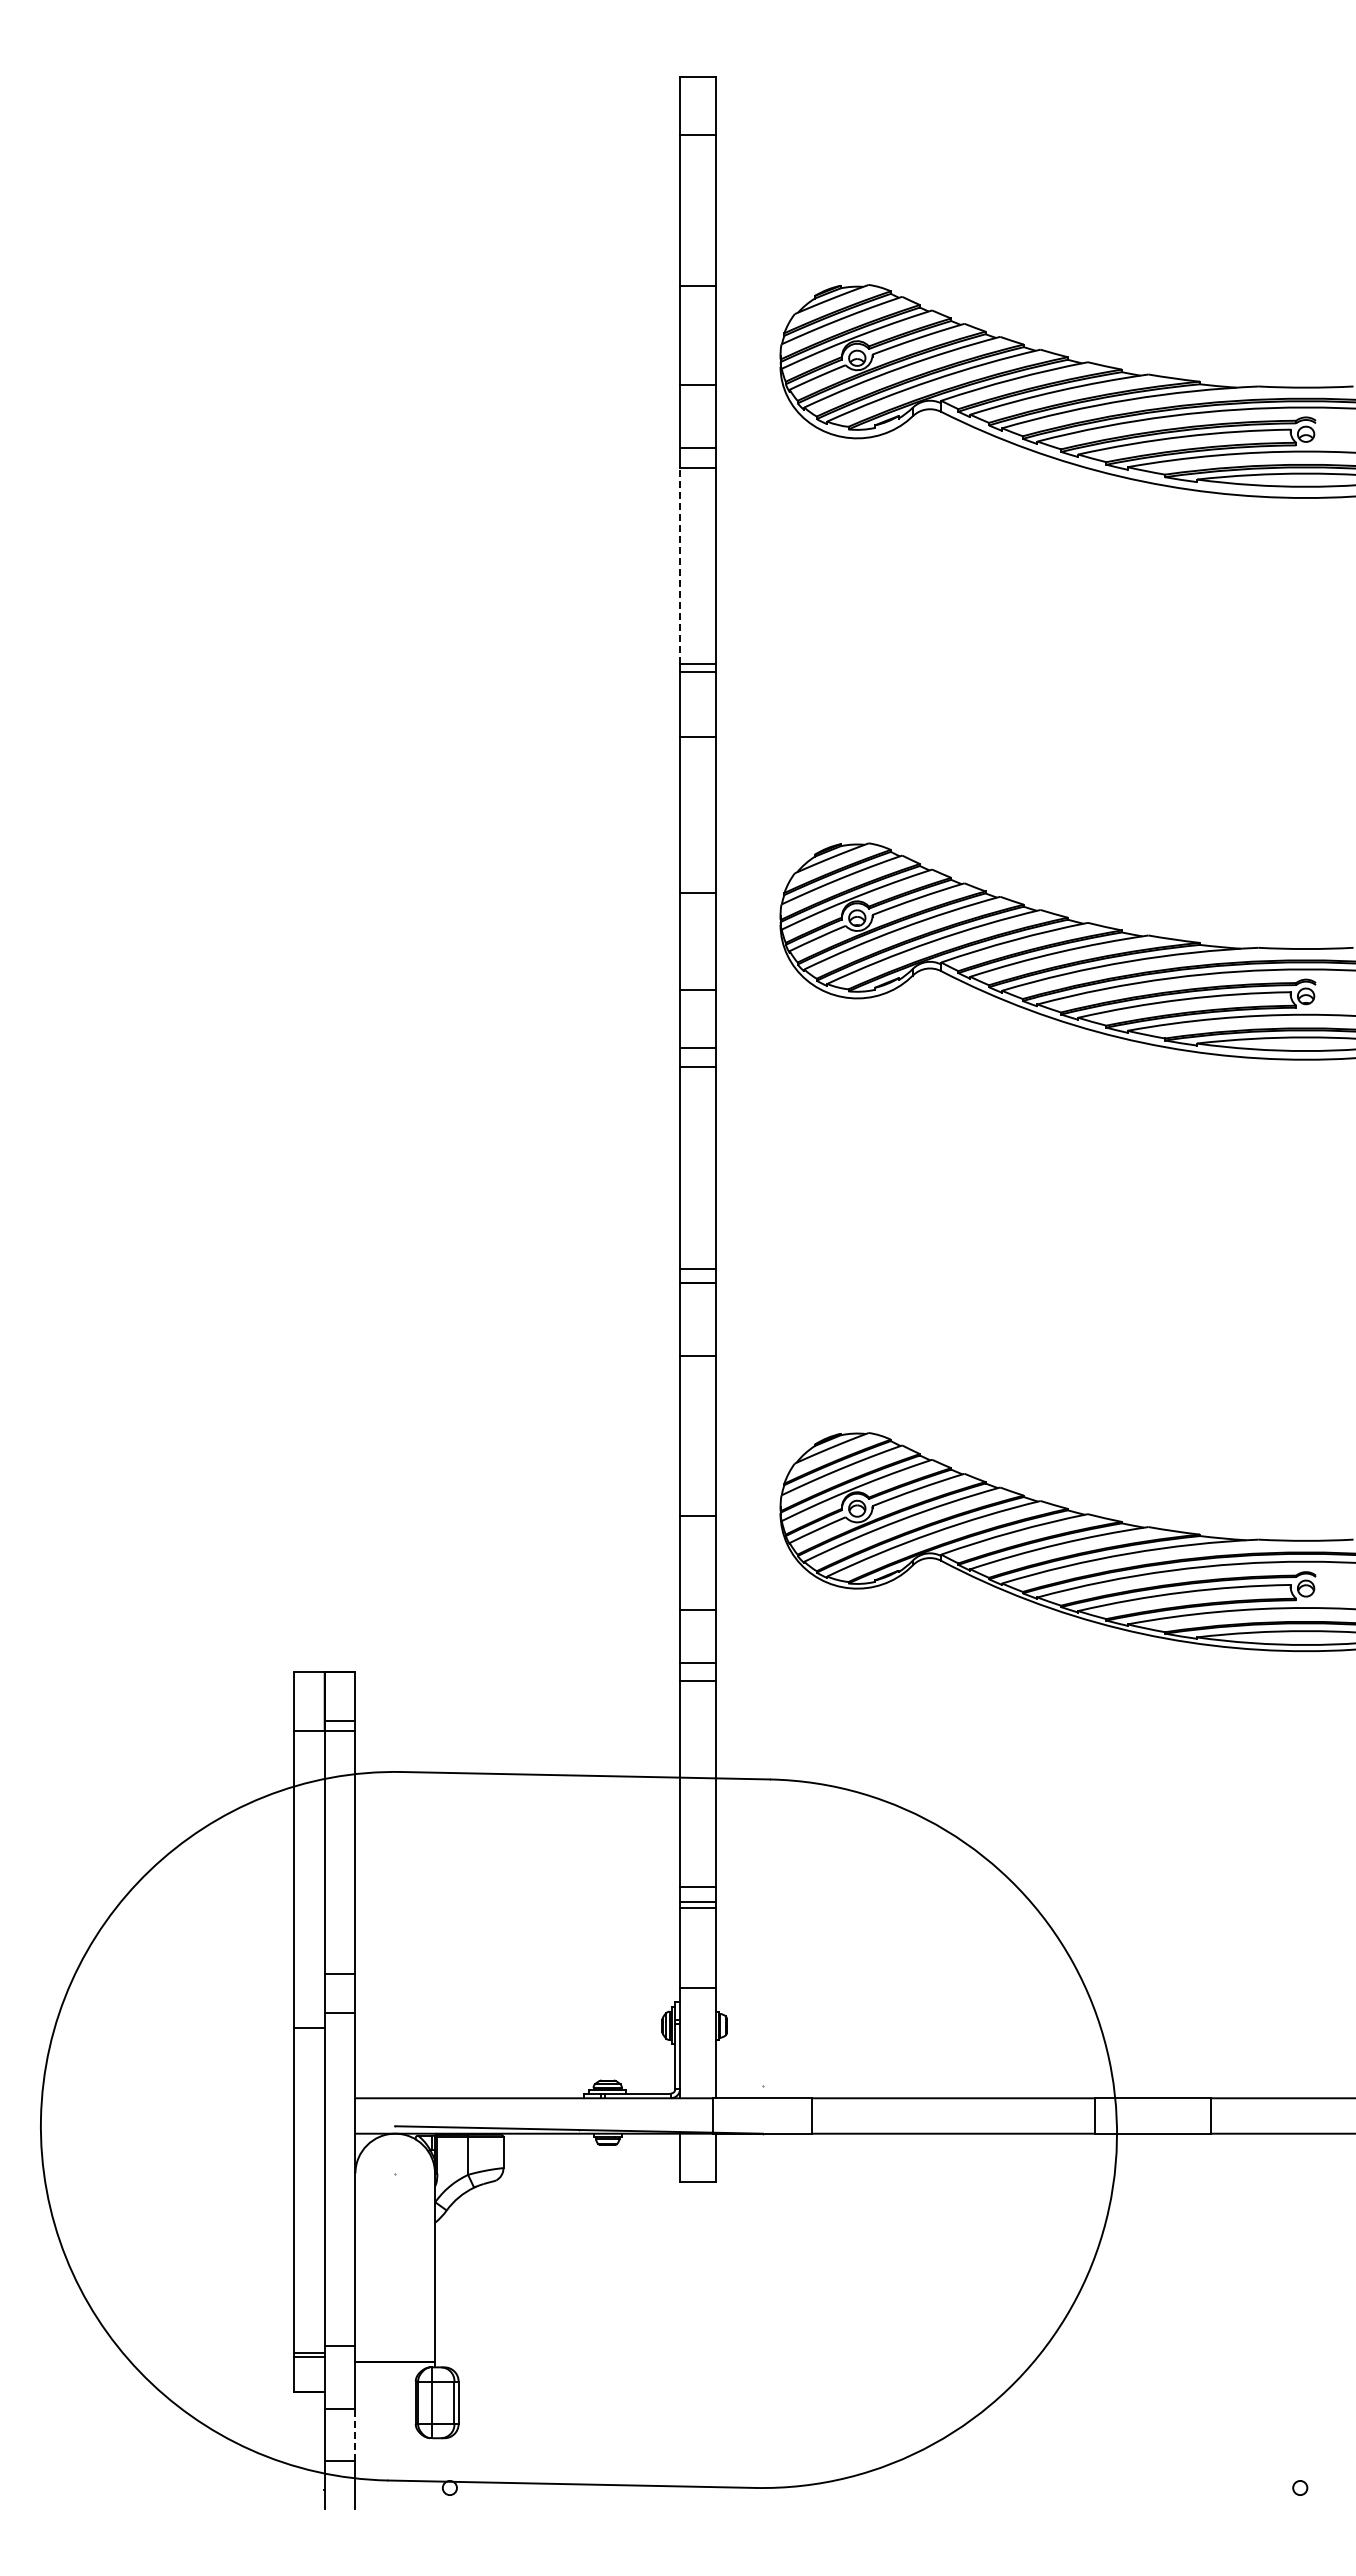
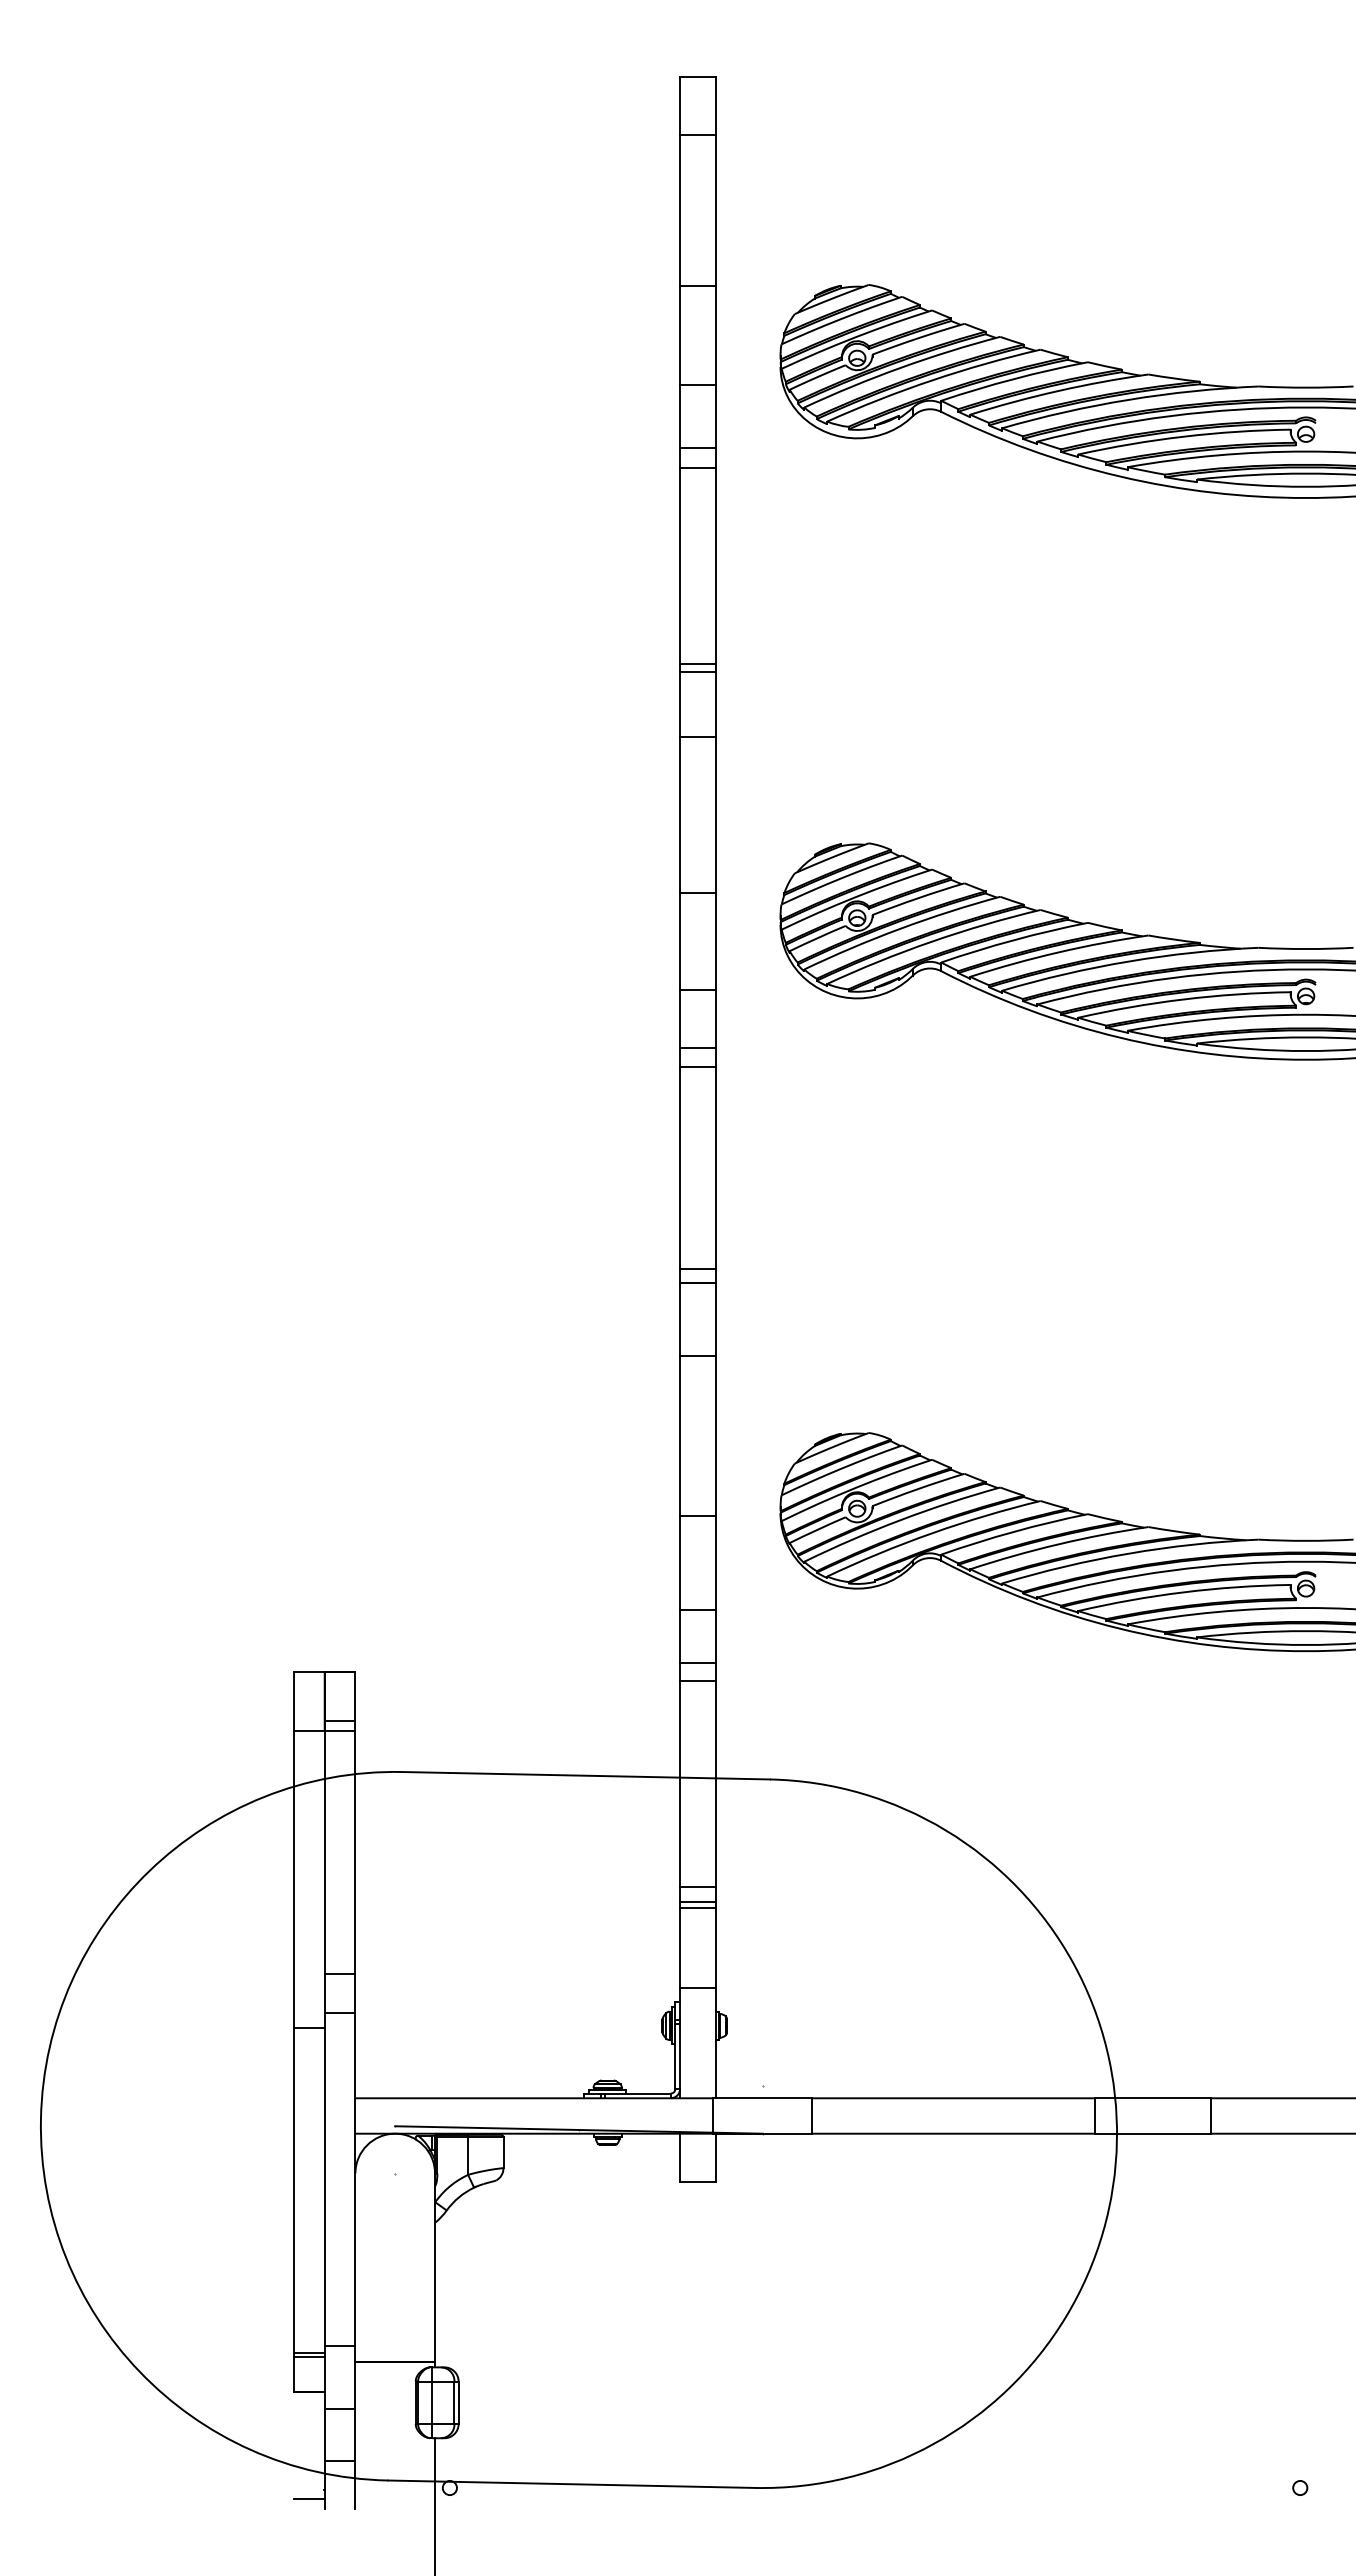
line at (680, 565): dashed -> solid
line at (355, 2434): dashed -> solid
line at (309, 2498): none -> present
line at (435, 2505): none -> present
